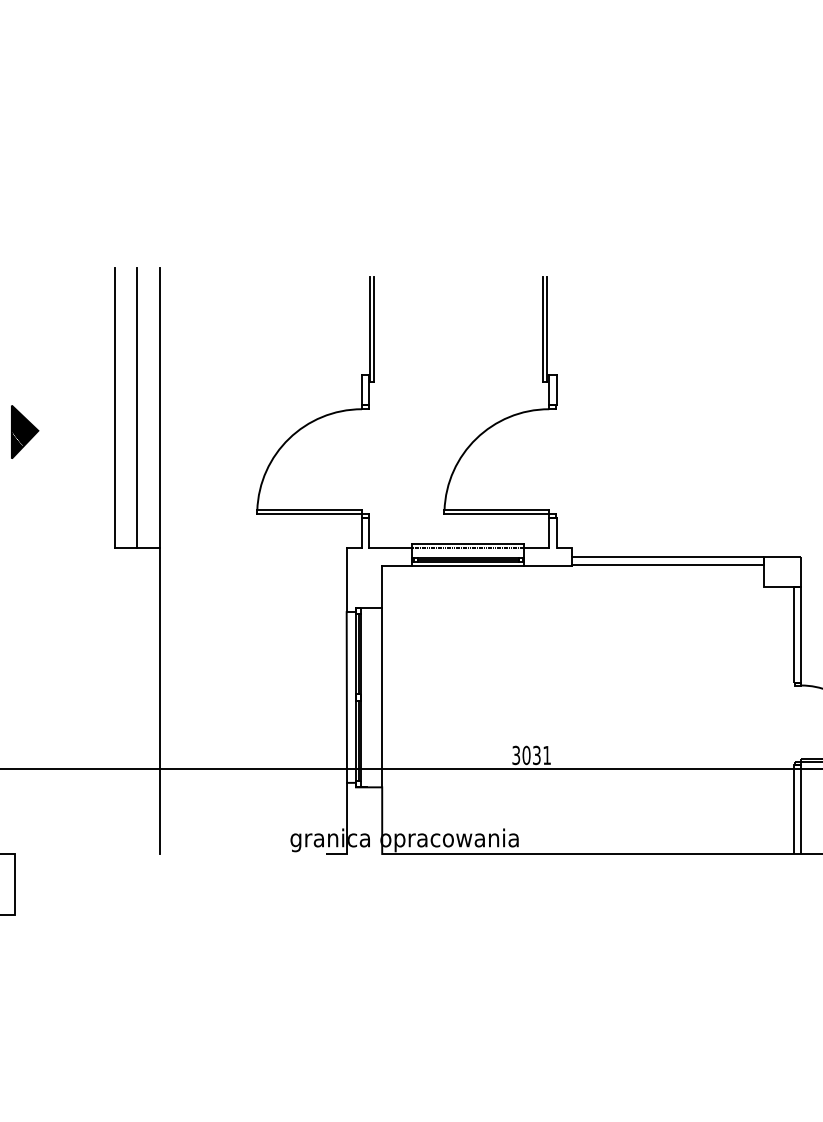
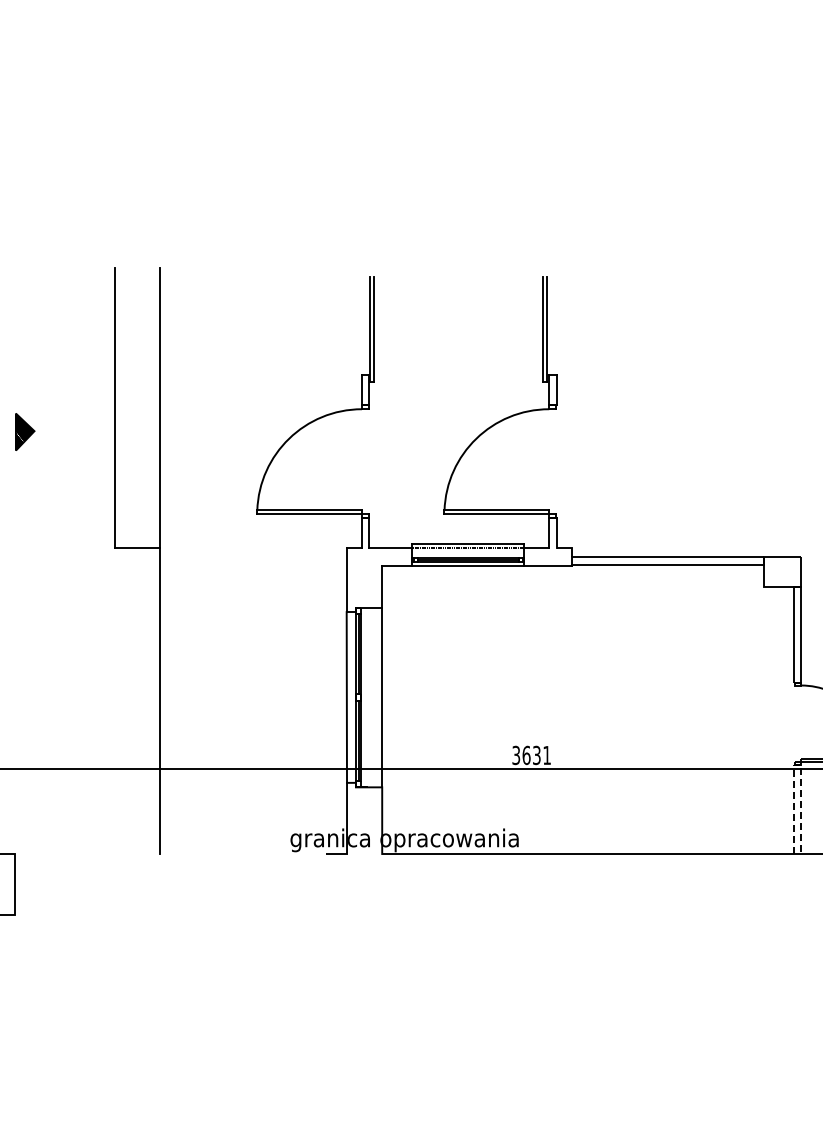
line at (137, 407): present -> none
part at (25, 431) size: 29x54 px -> 21x38 px
text at (526, 754): 3031 -> 3631
line at (797, 765): solid -> dashed
